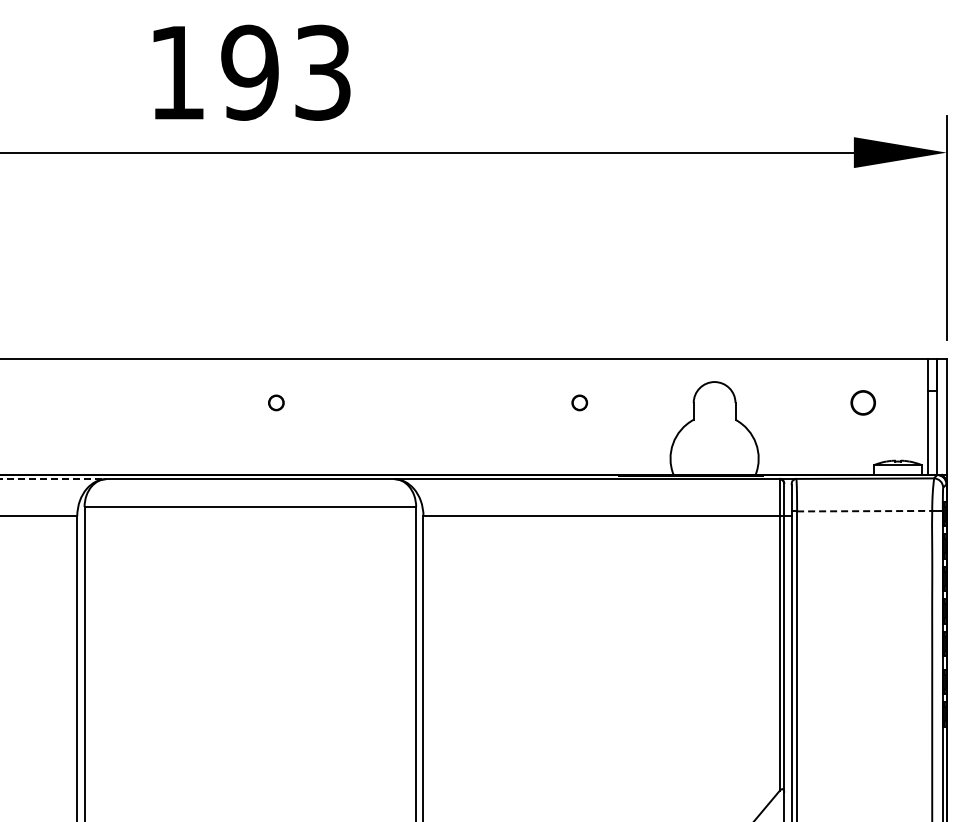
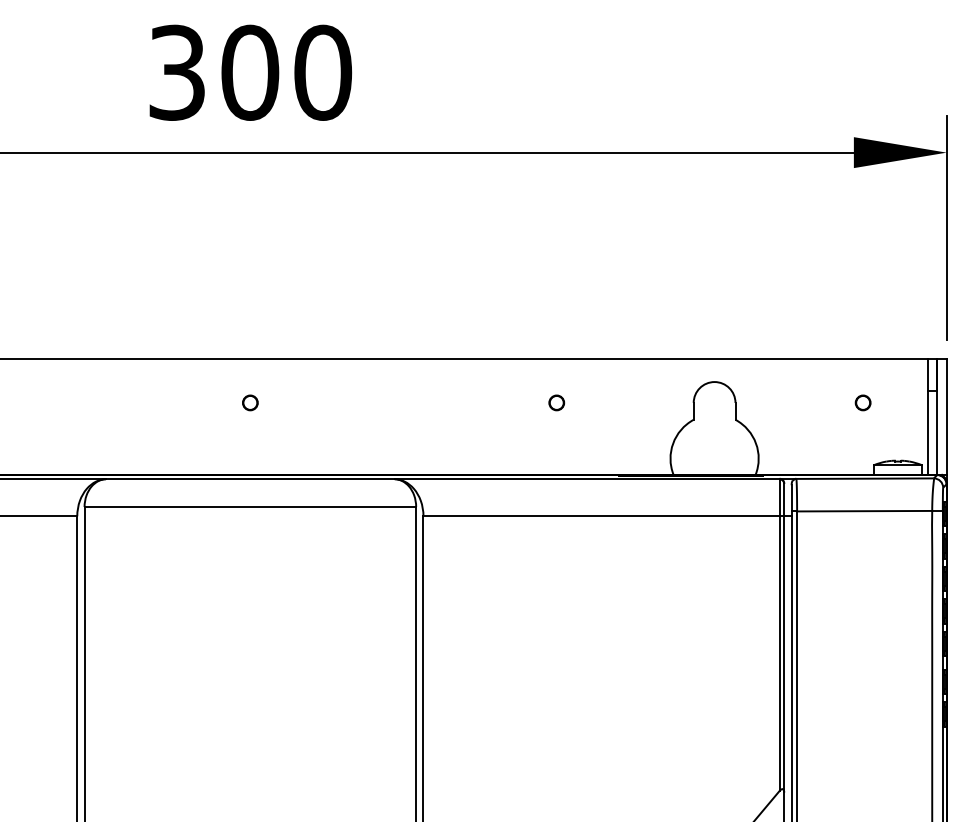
text at (250, 72): 193 -> 300
part at (276, 402) position: (276, 402) -> (250, 402)
part at (579, 402) position: (579, 402) -> (556, 402)
part at (862, 402) size: 26x26 px -> 18x18 px
line at (53, 479): dashed -> solid
line at (864, 511): dashed -> solid
